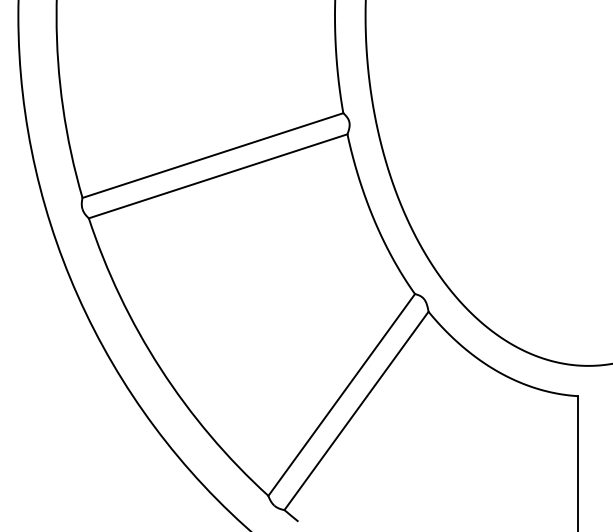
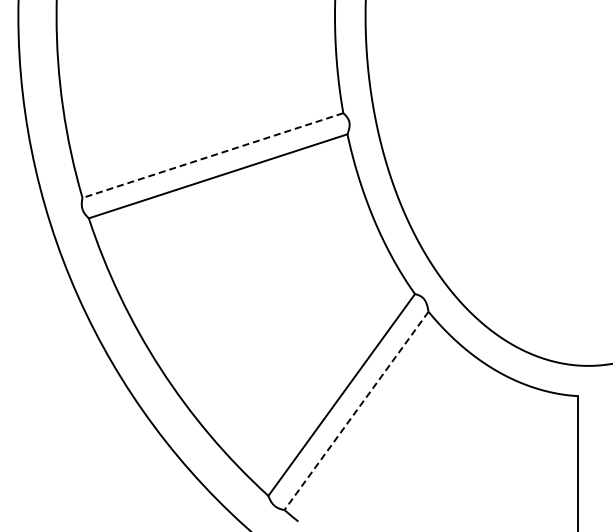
line at (212, 155): solid -> dashed
line at (356, 410): solid -> dashed
